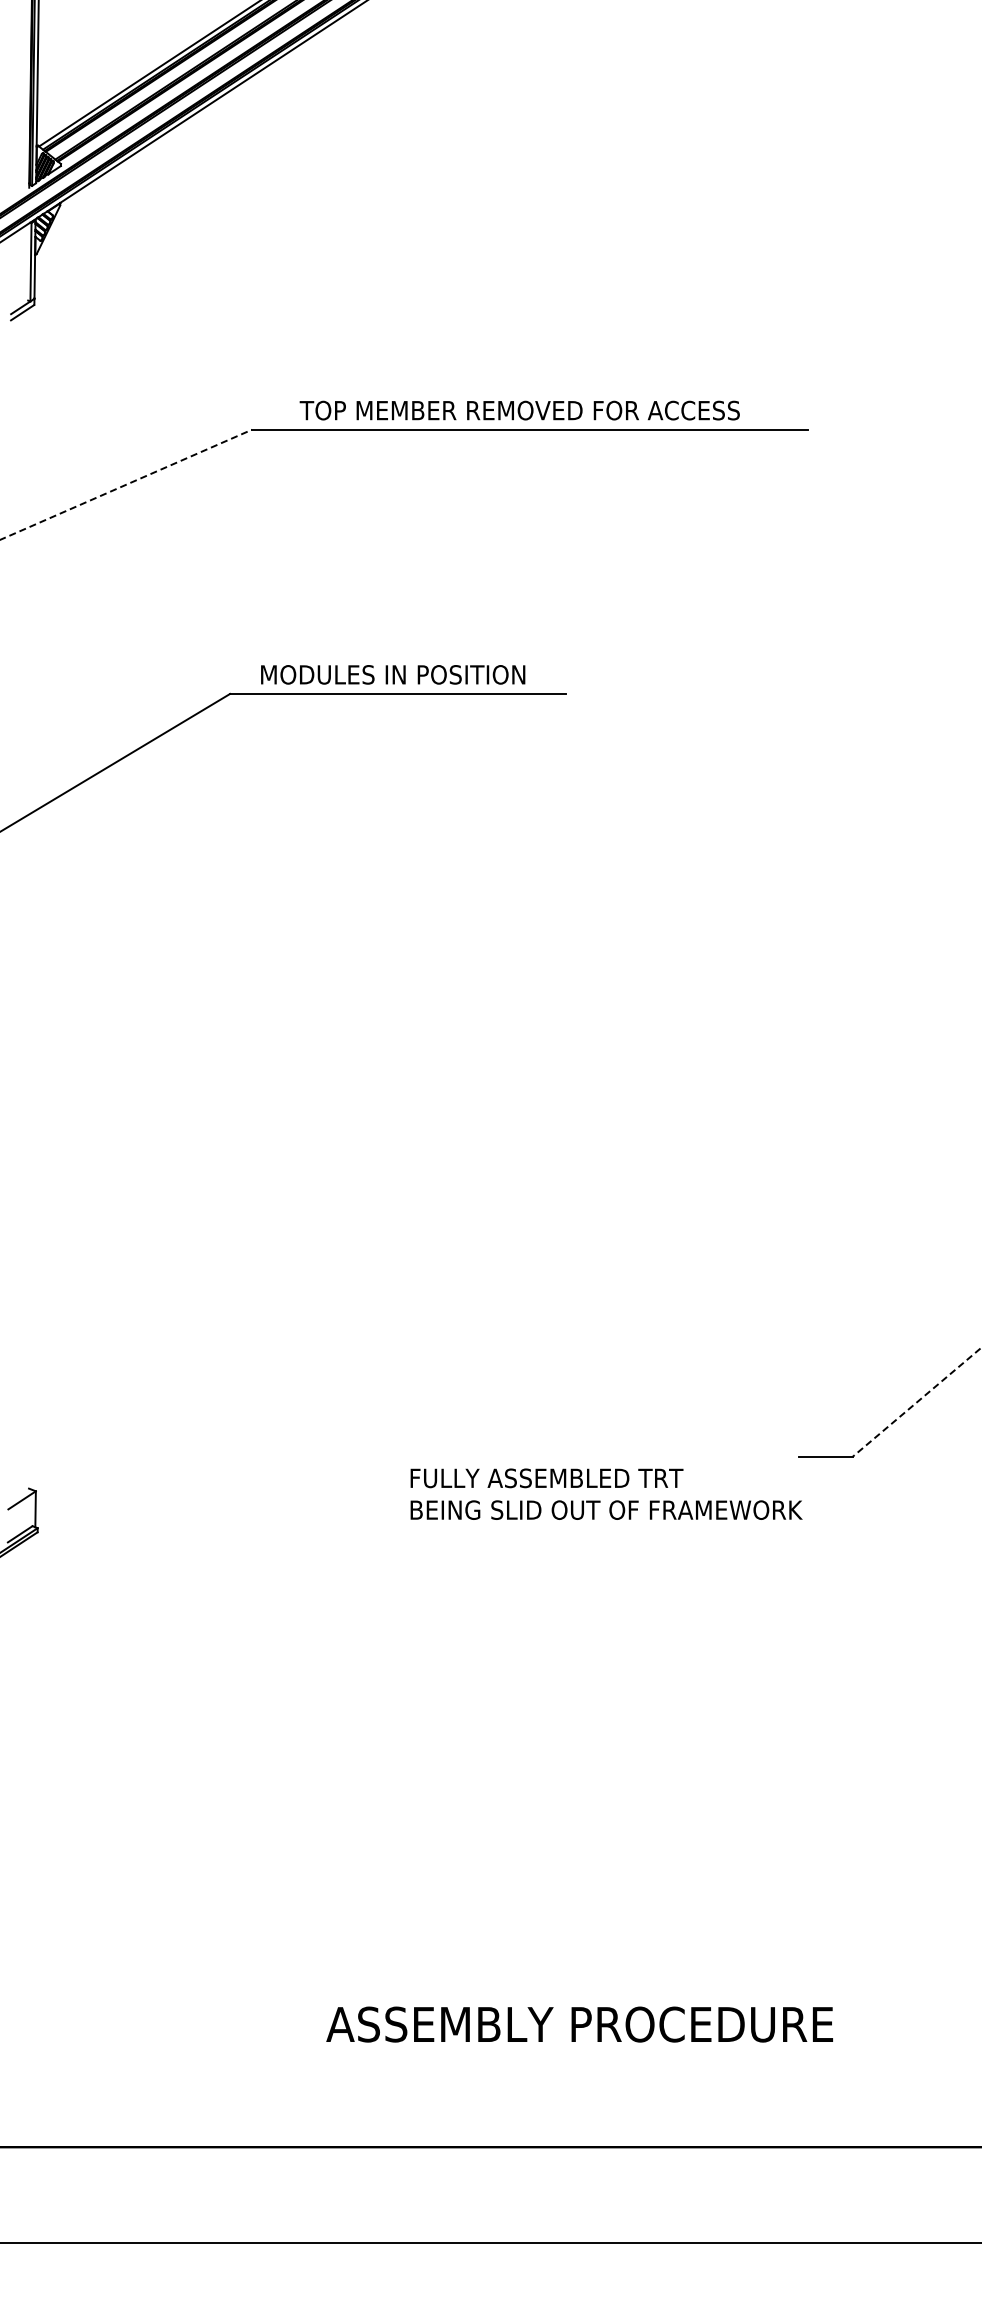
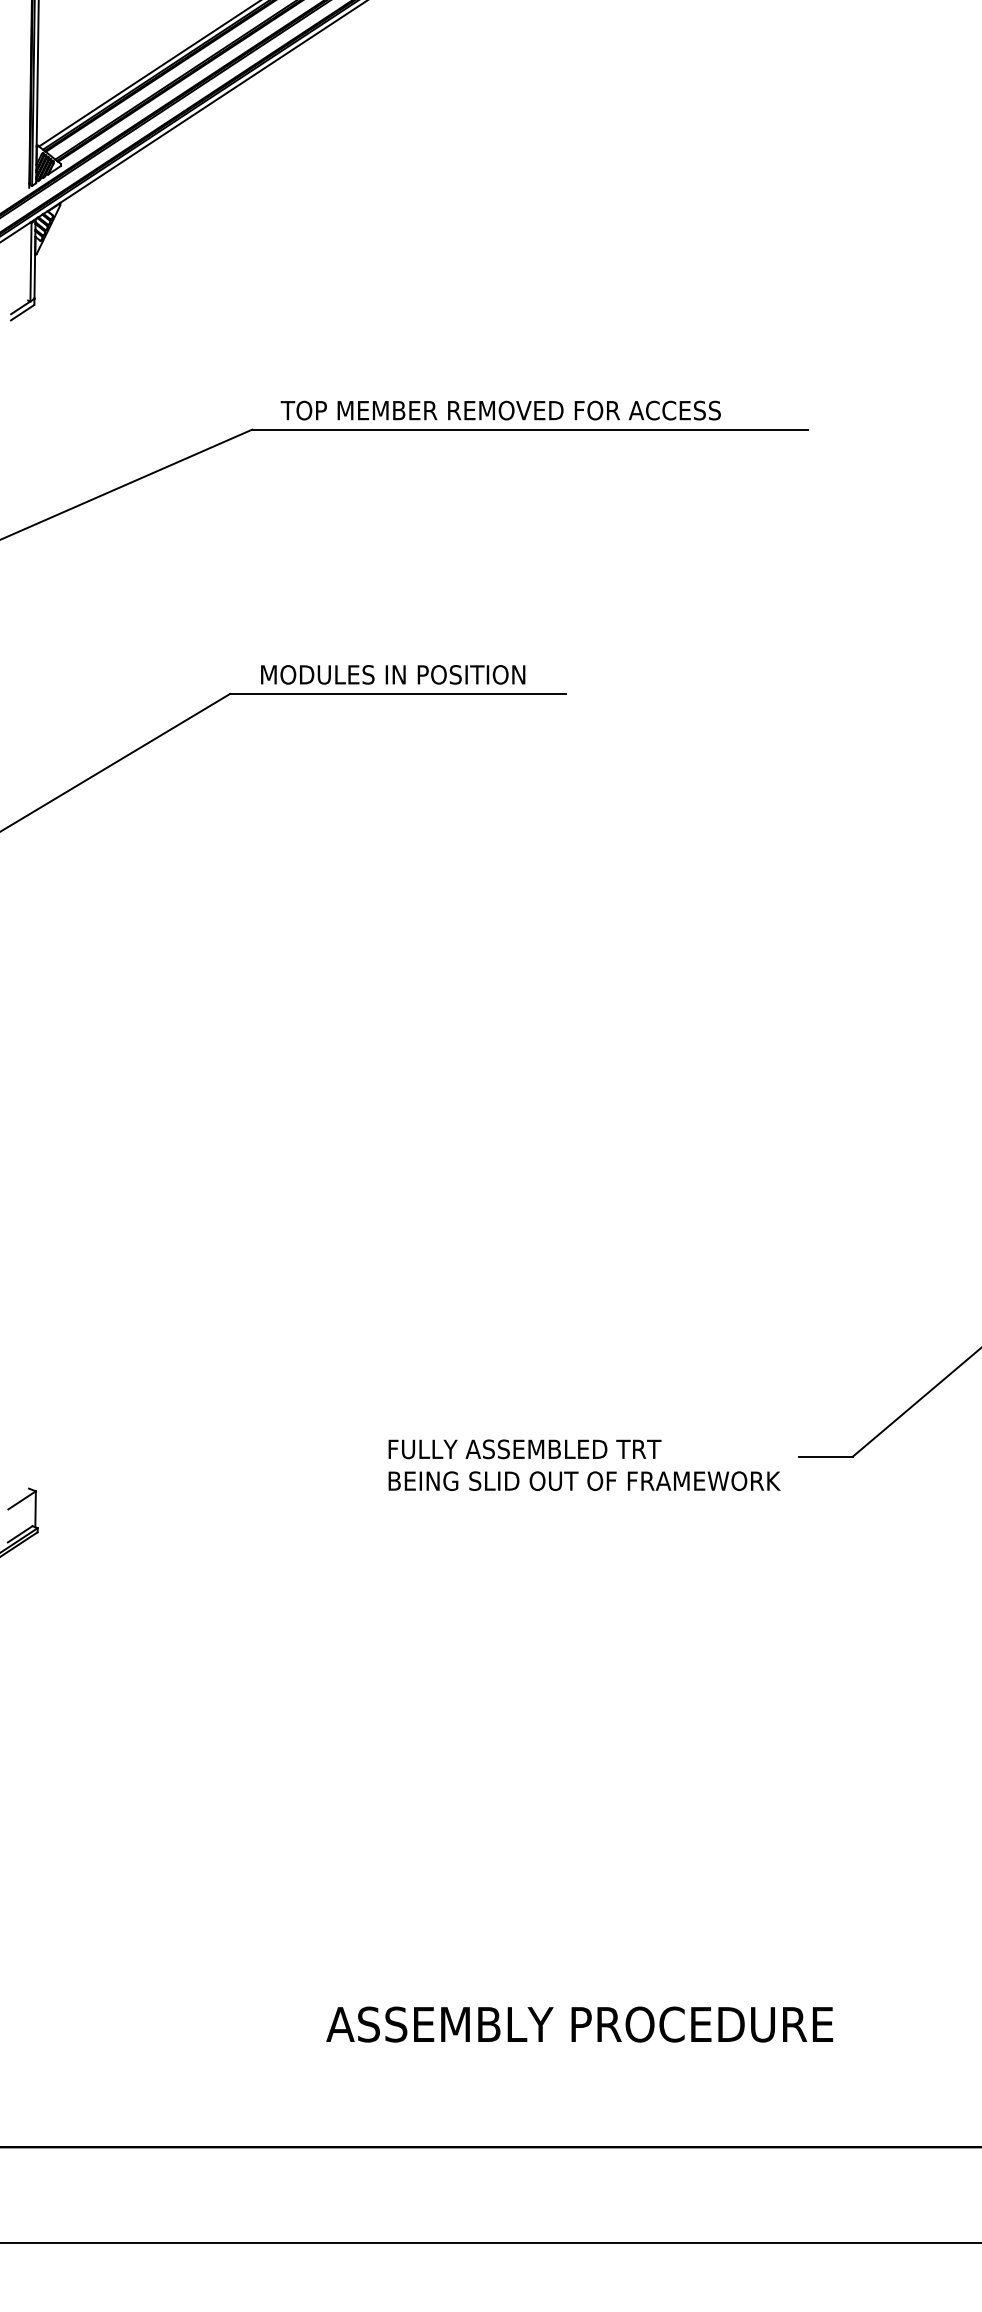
text at (519, 410) position: (519, 410) -> (500, 410)
line at (126, 484): dashed -> solid
line at (916, 1402): dashed -> solid
text at (606, 1493) position: (606, 1493) -> (584, 1464)
